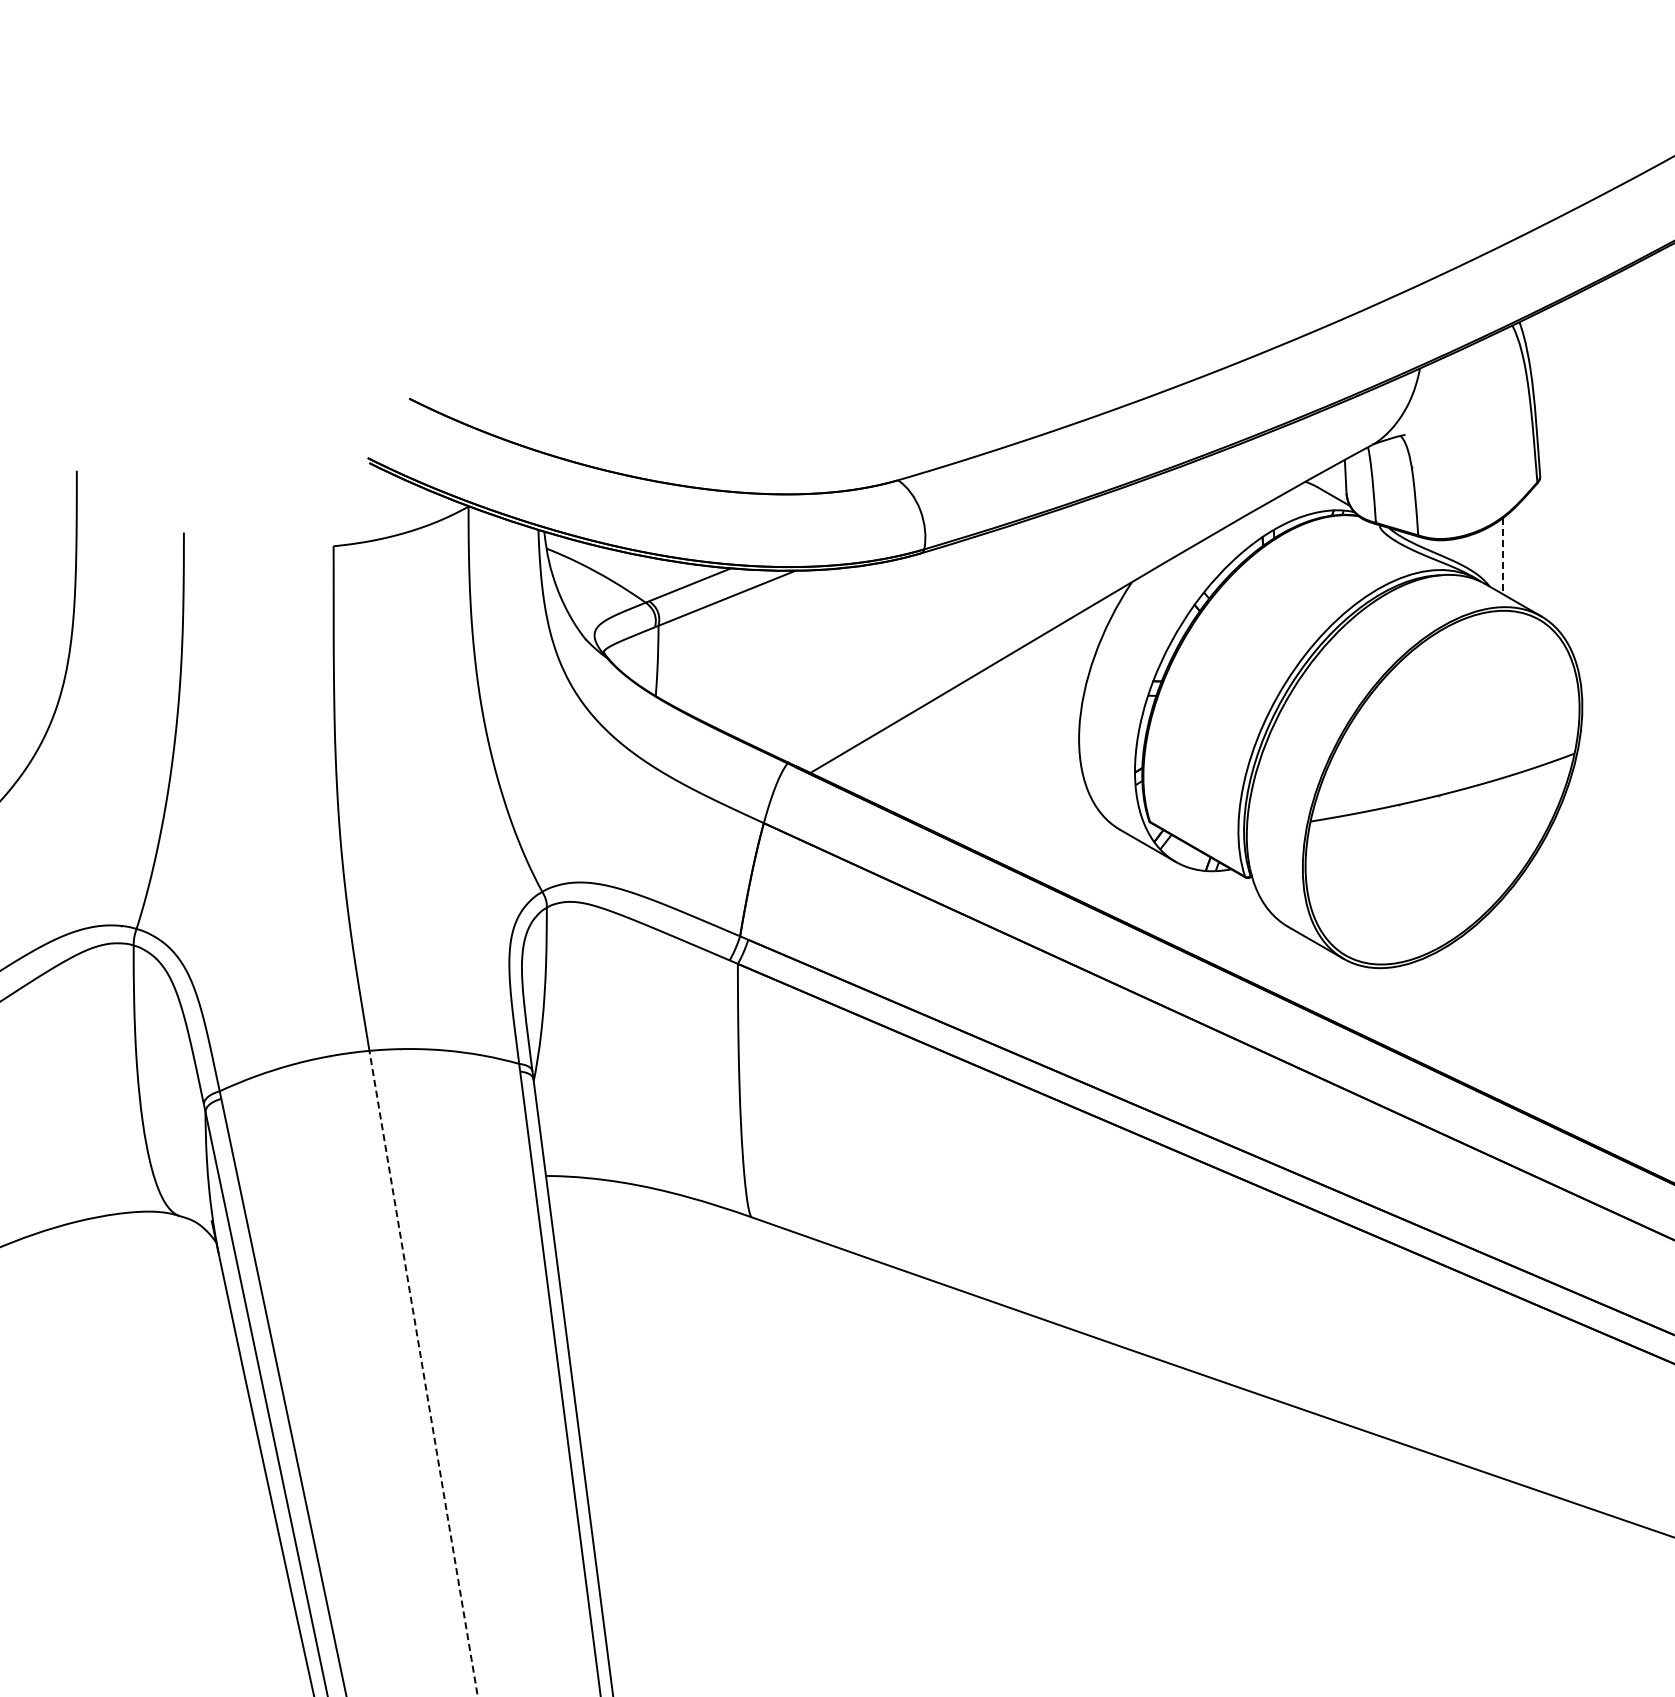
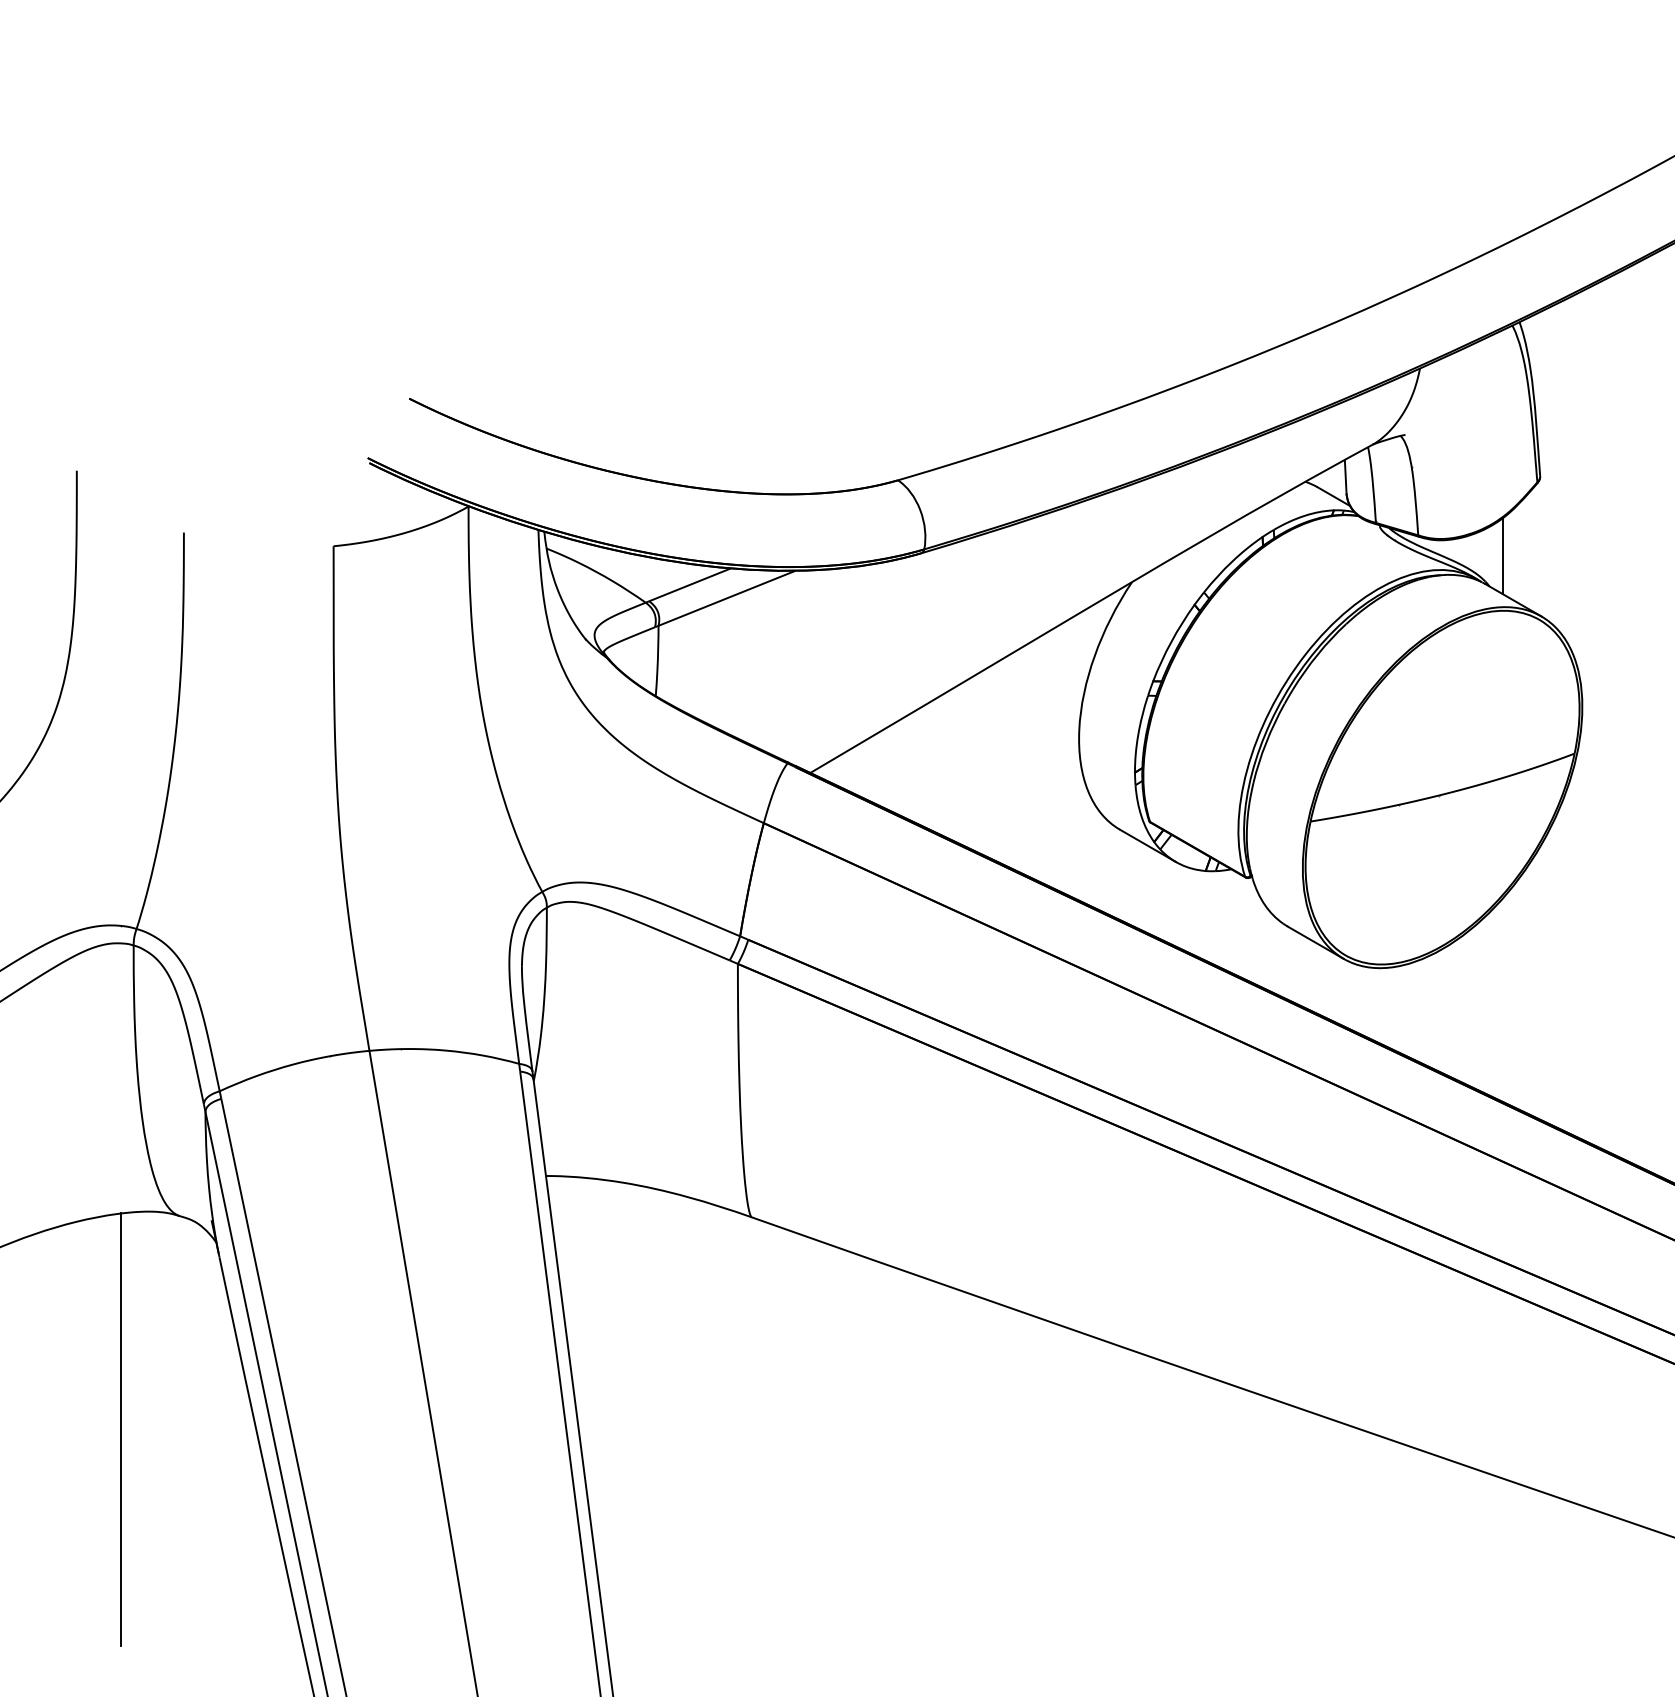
line at (1502, 556): dashed -> solid
line at (423, 1373): dashed -> solid
line at (121, 1429): none -> present
